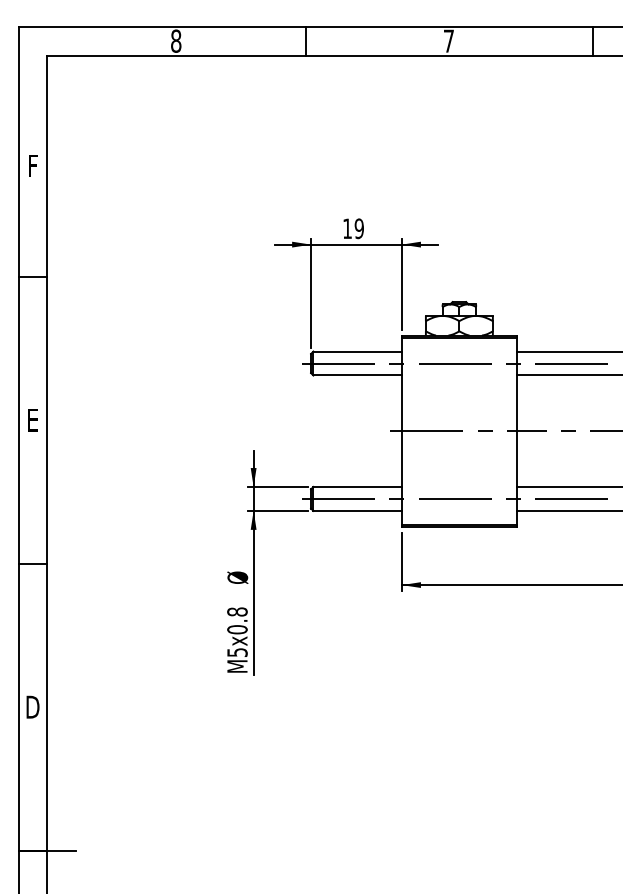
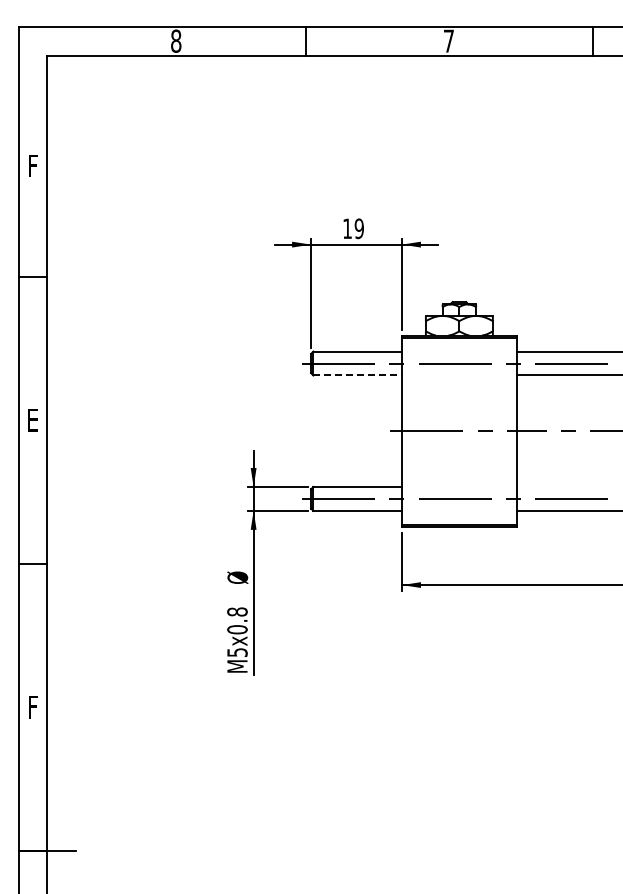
line at (358, 375): solid -> dashed
line at (567, 486): present -> none
text at (32, 706): D -> F
